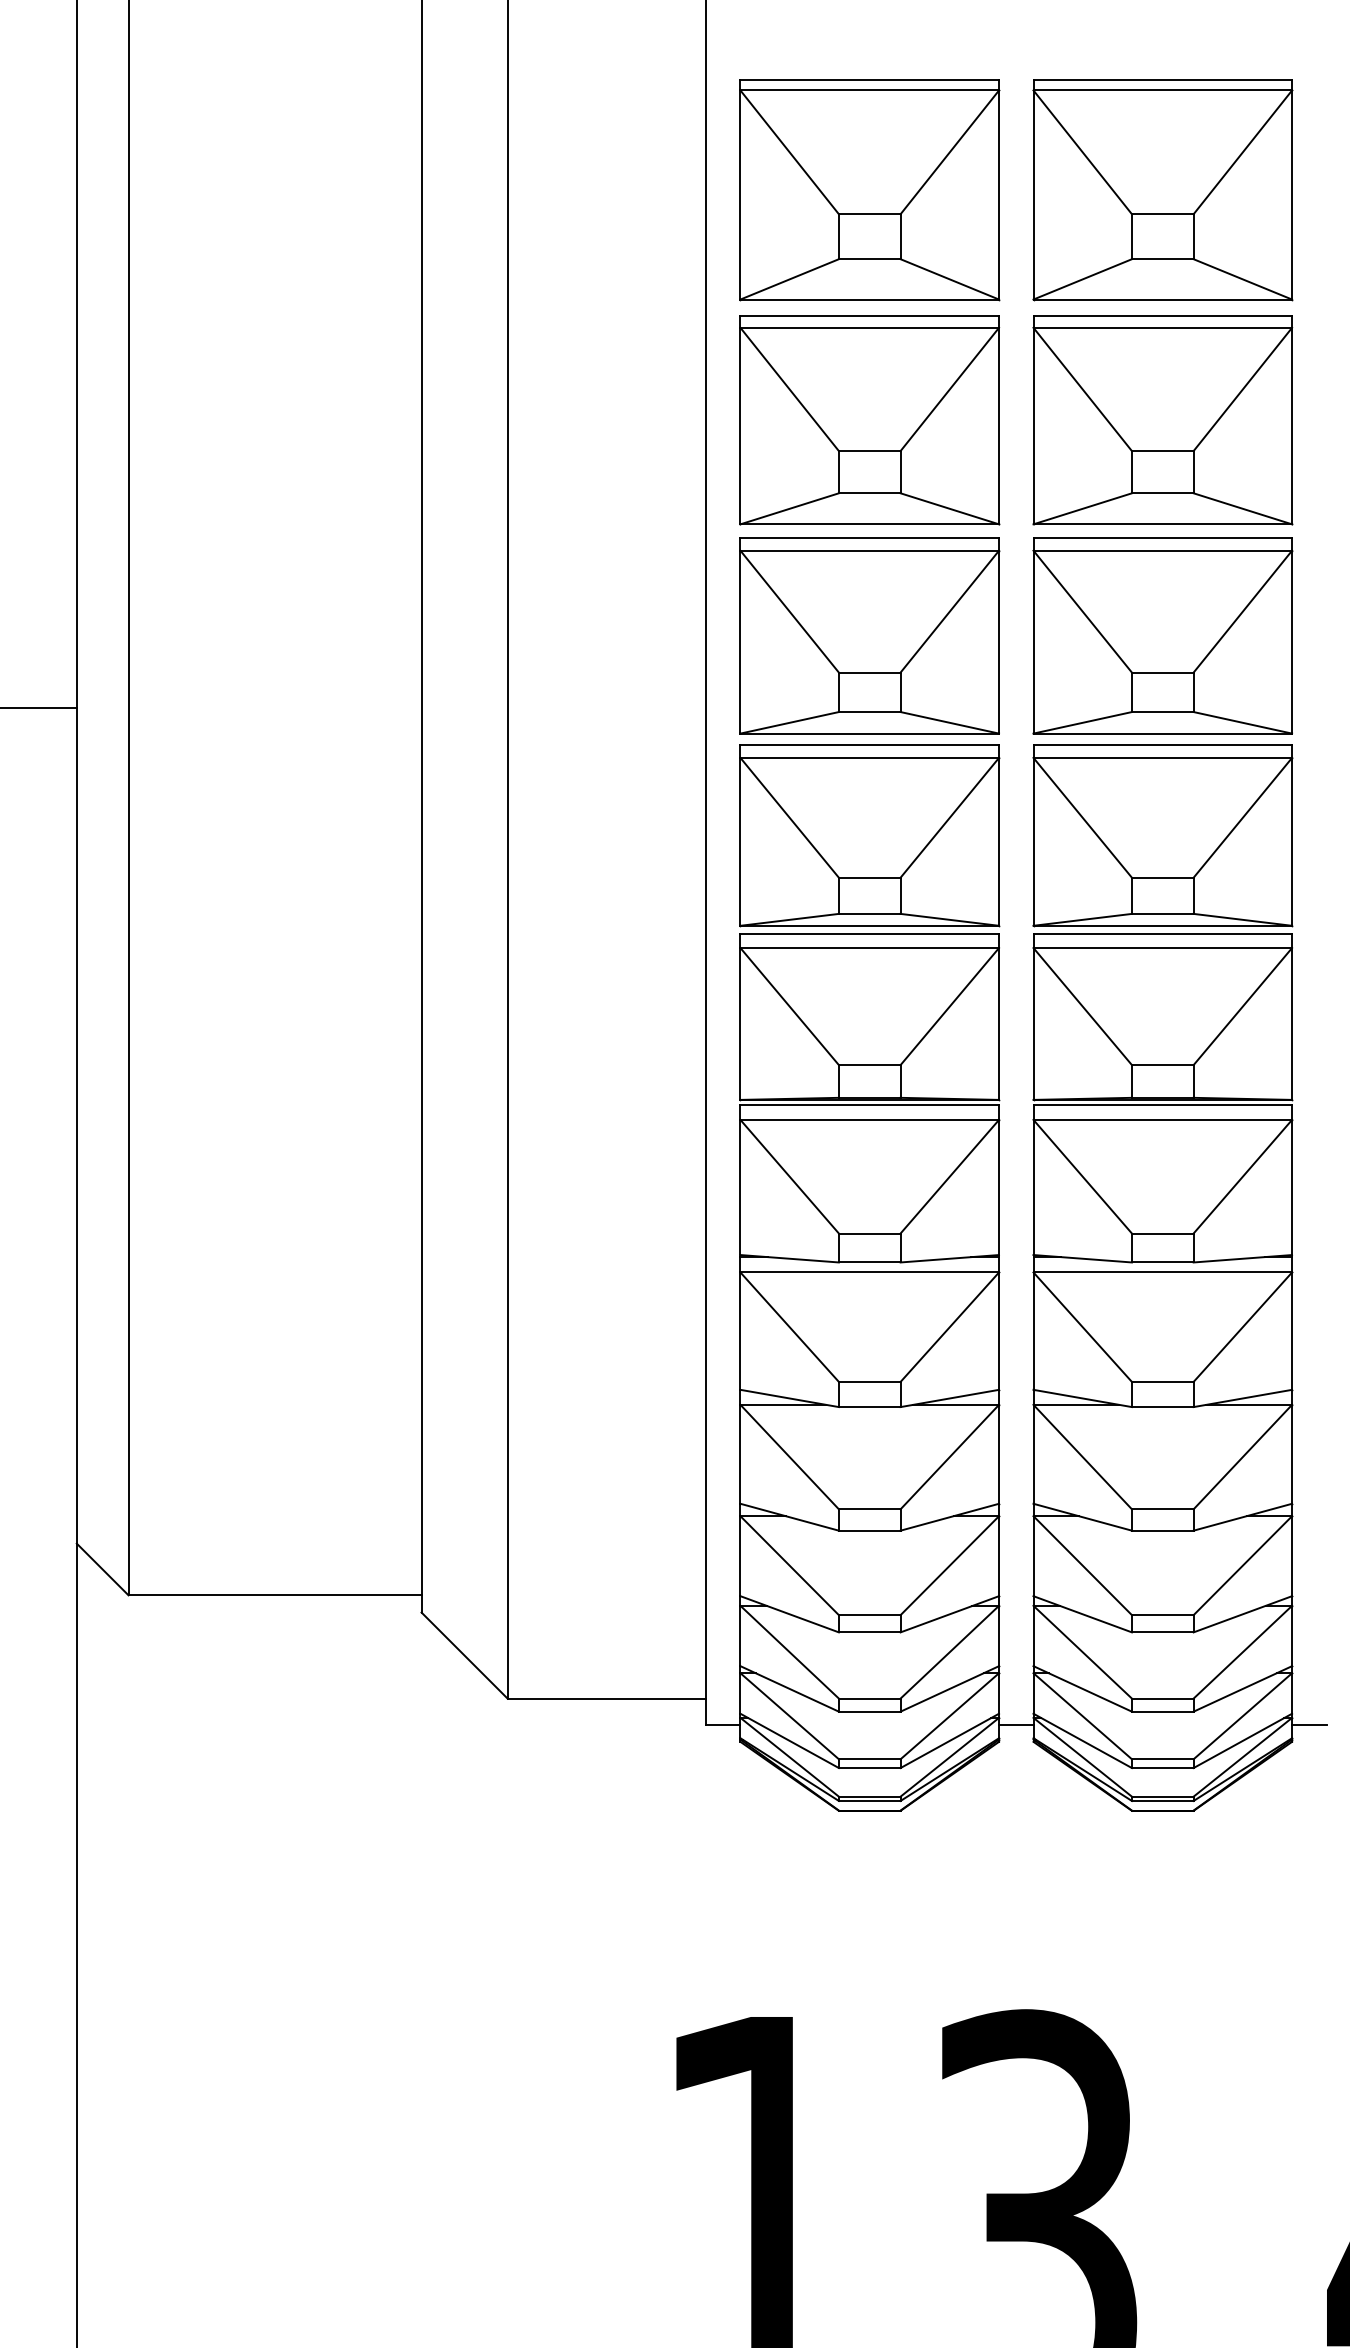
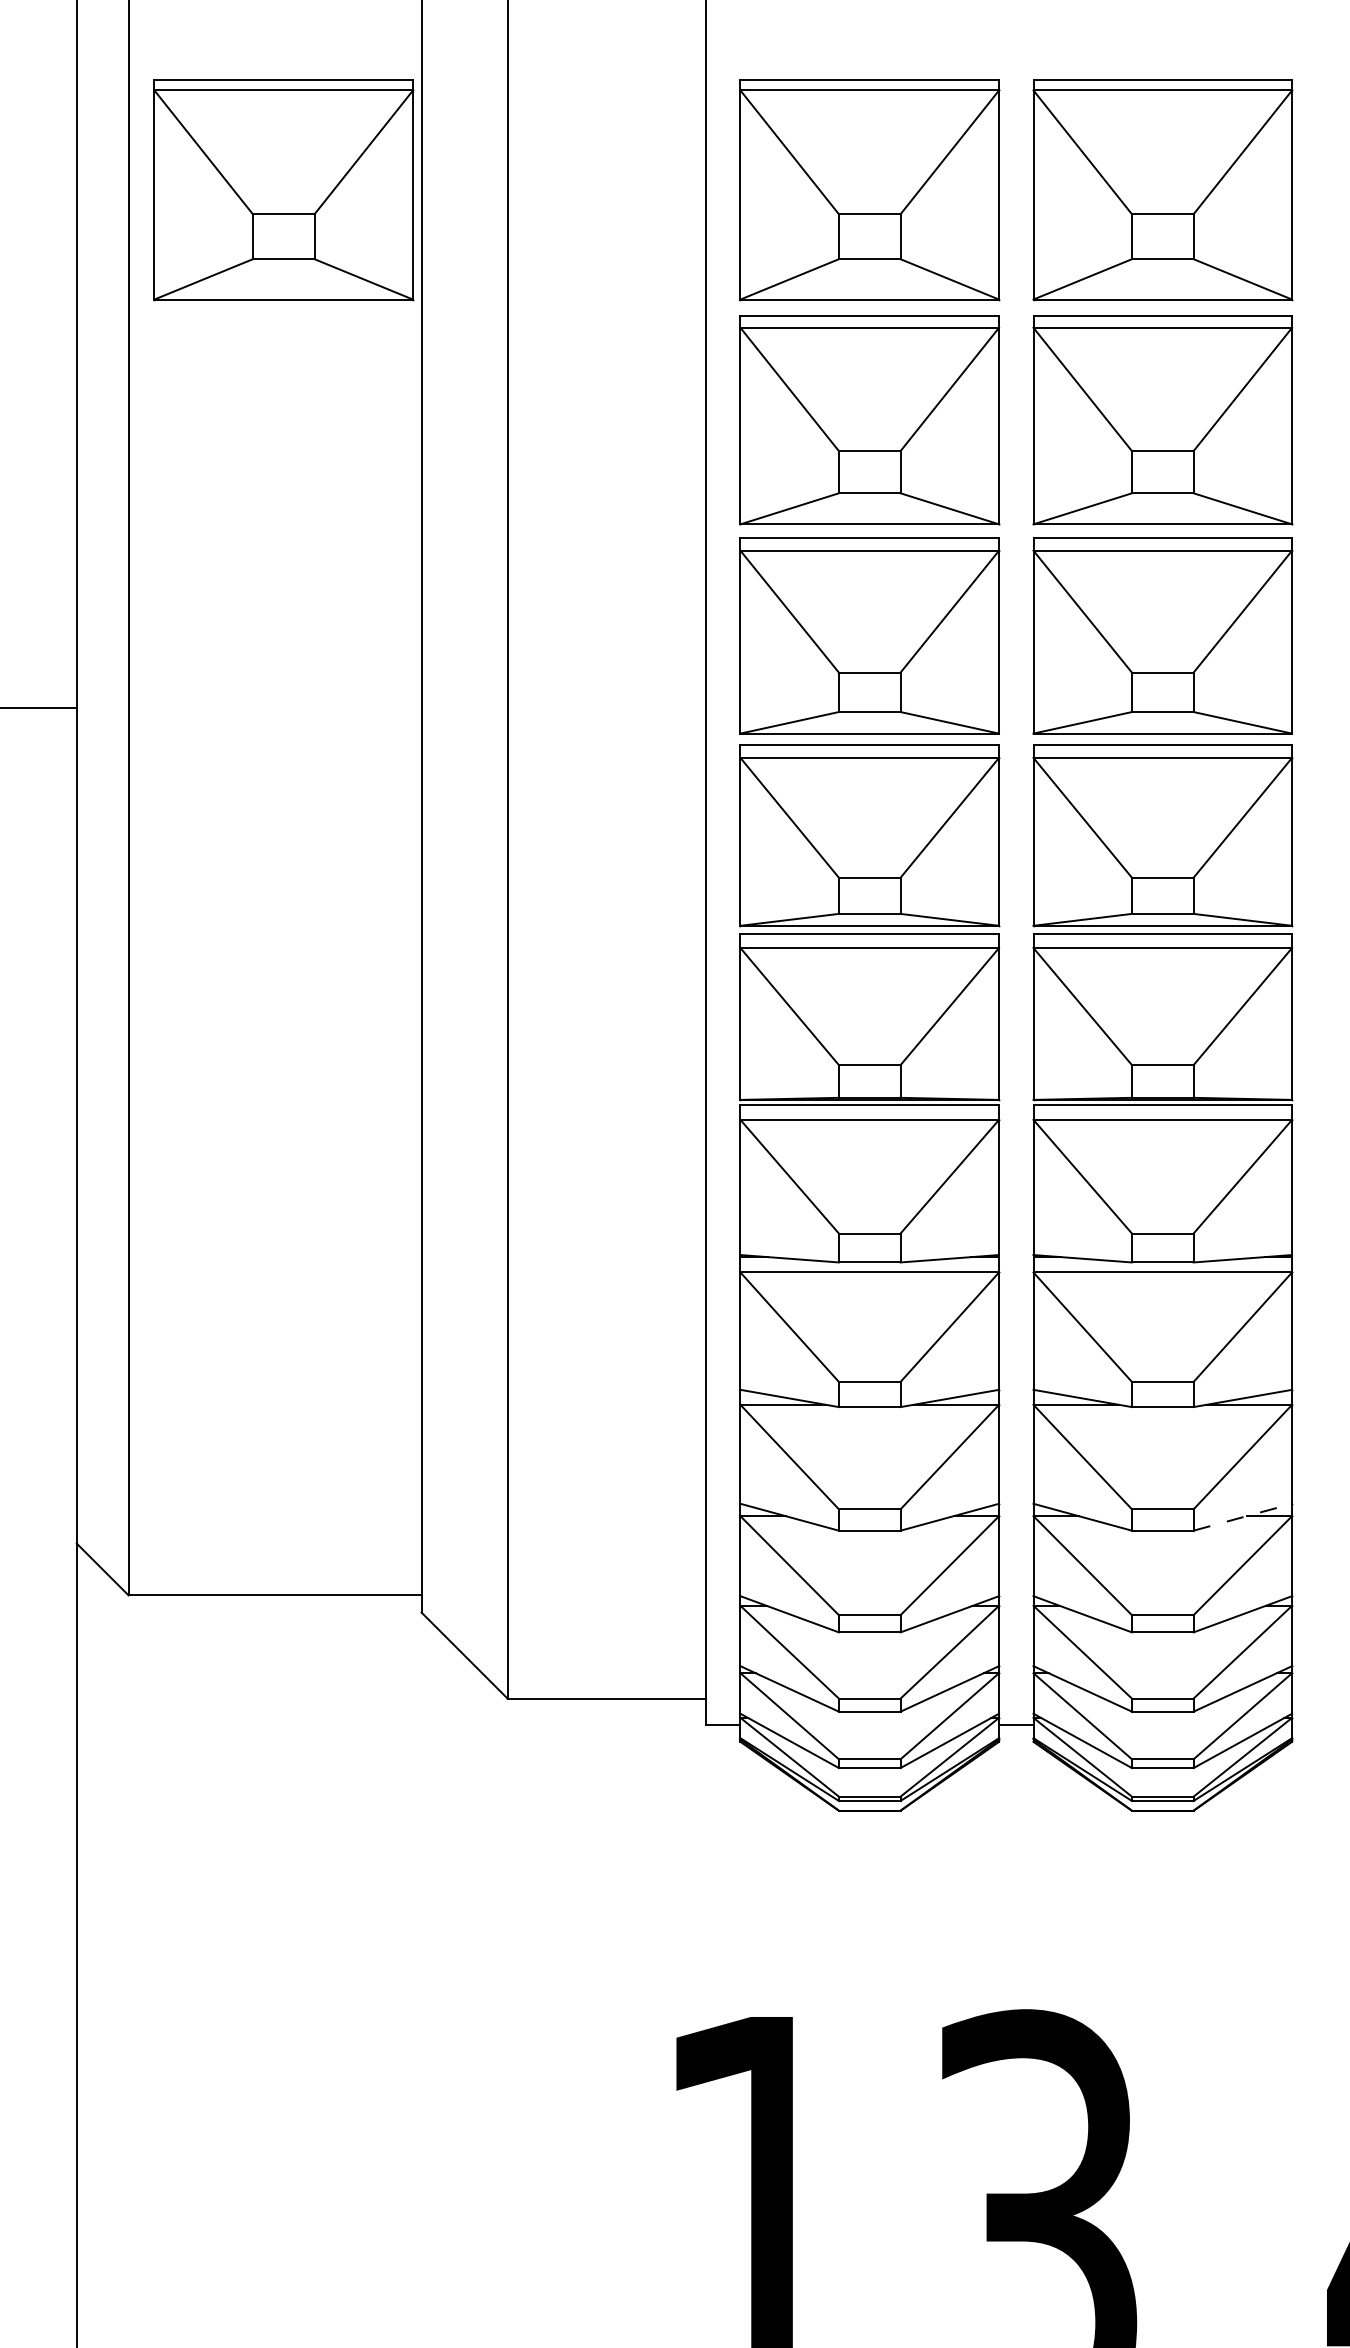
part at (283, 190): none -> present
line at (1243, 1517): solid -> dashed
line at (1309, 1724): present -> none
